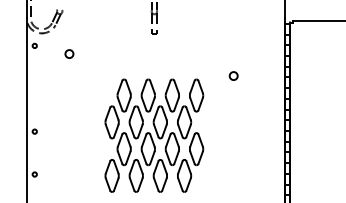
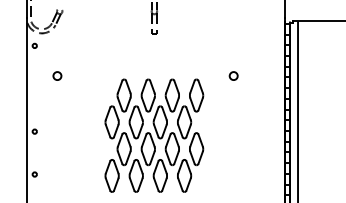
circle at (69, 53) position: (69, 53) -> (57, 75)
line at (298, 110): none -> present
